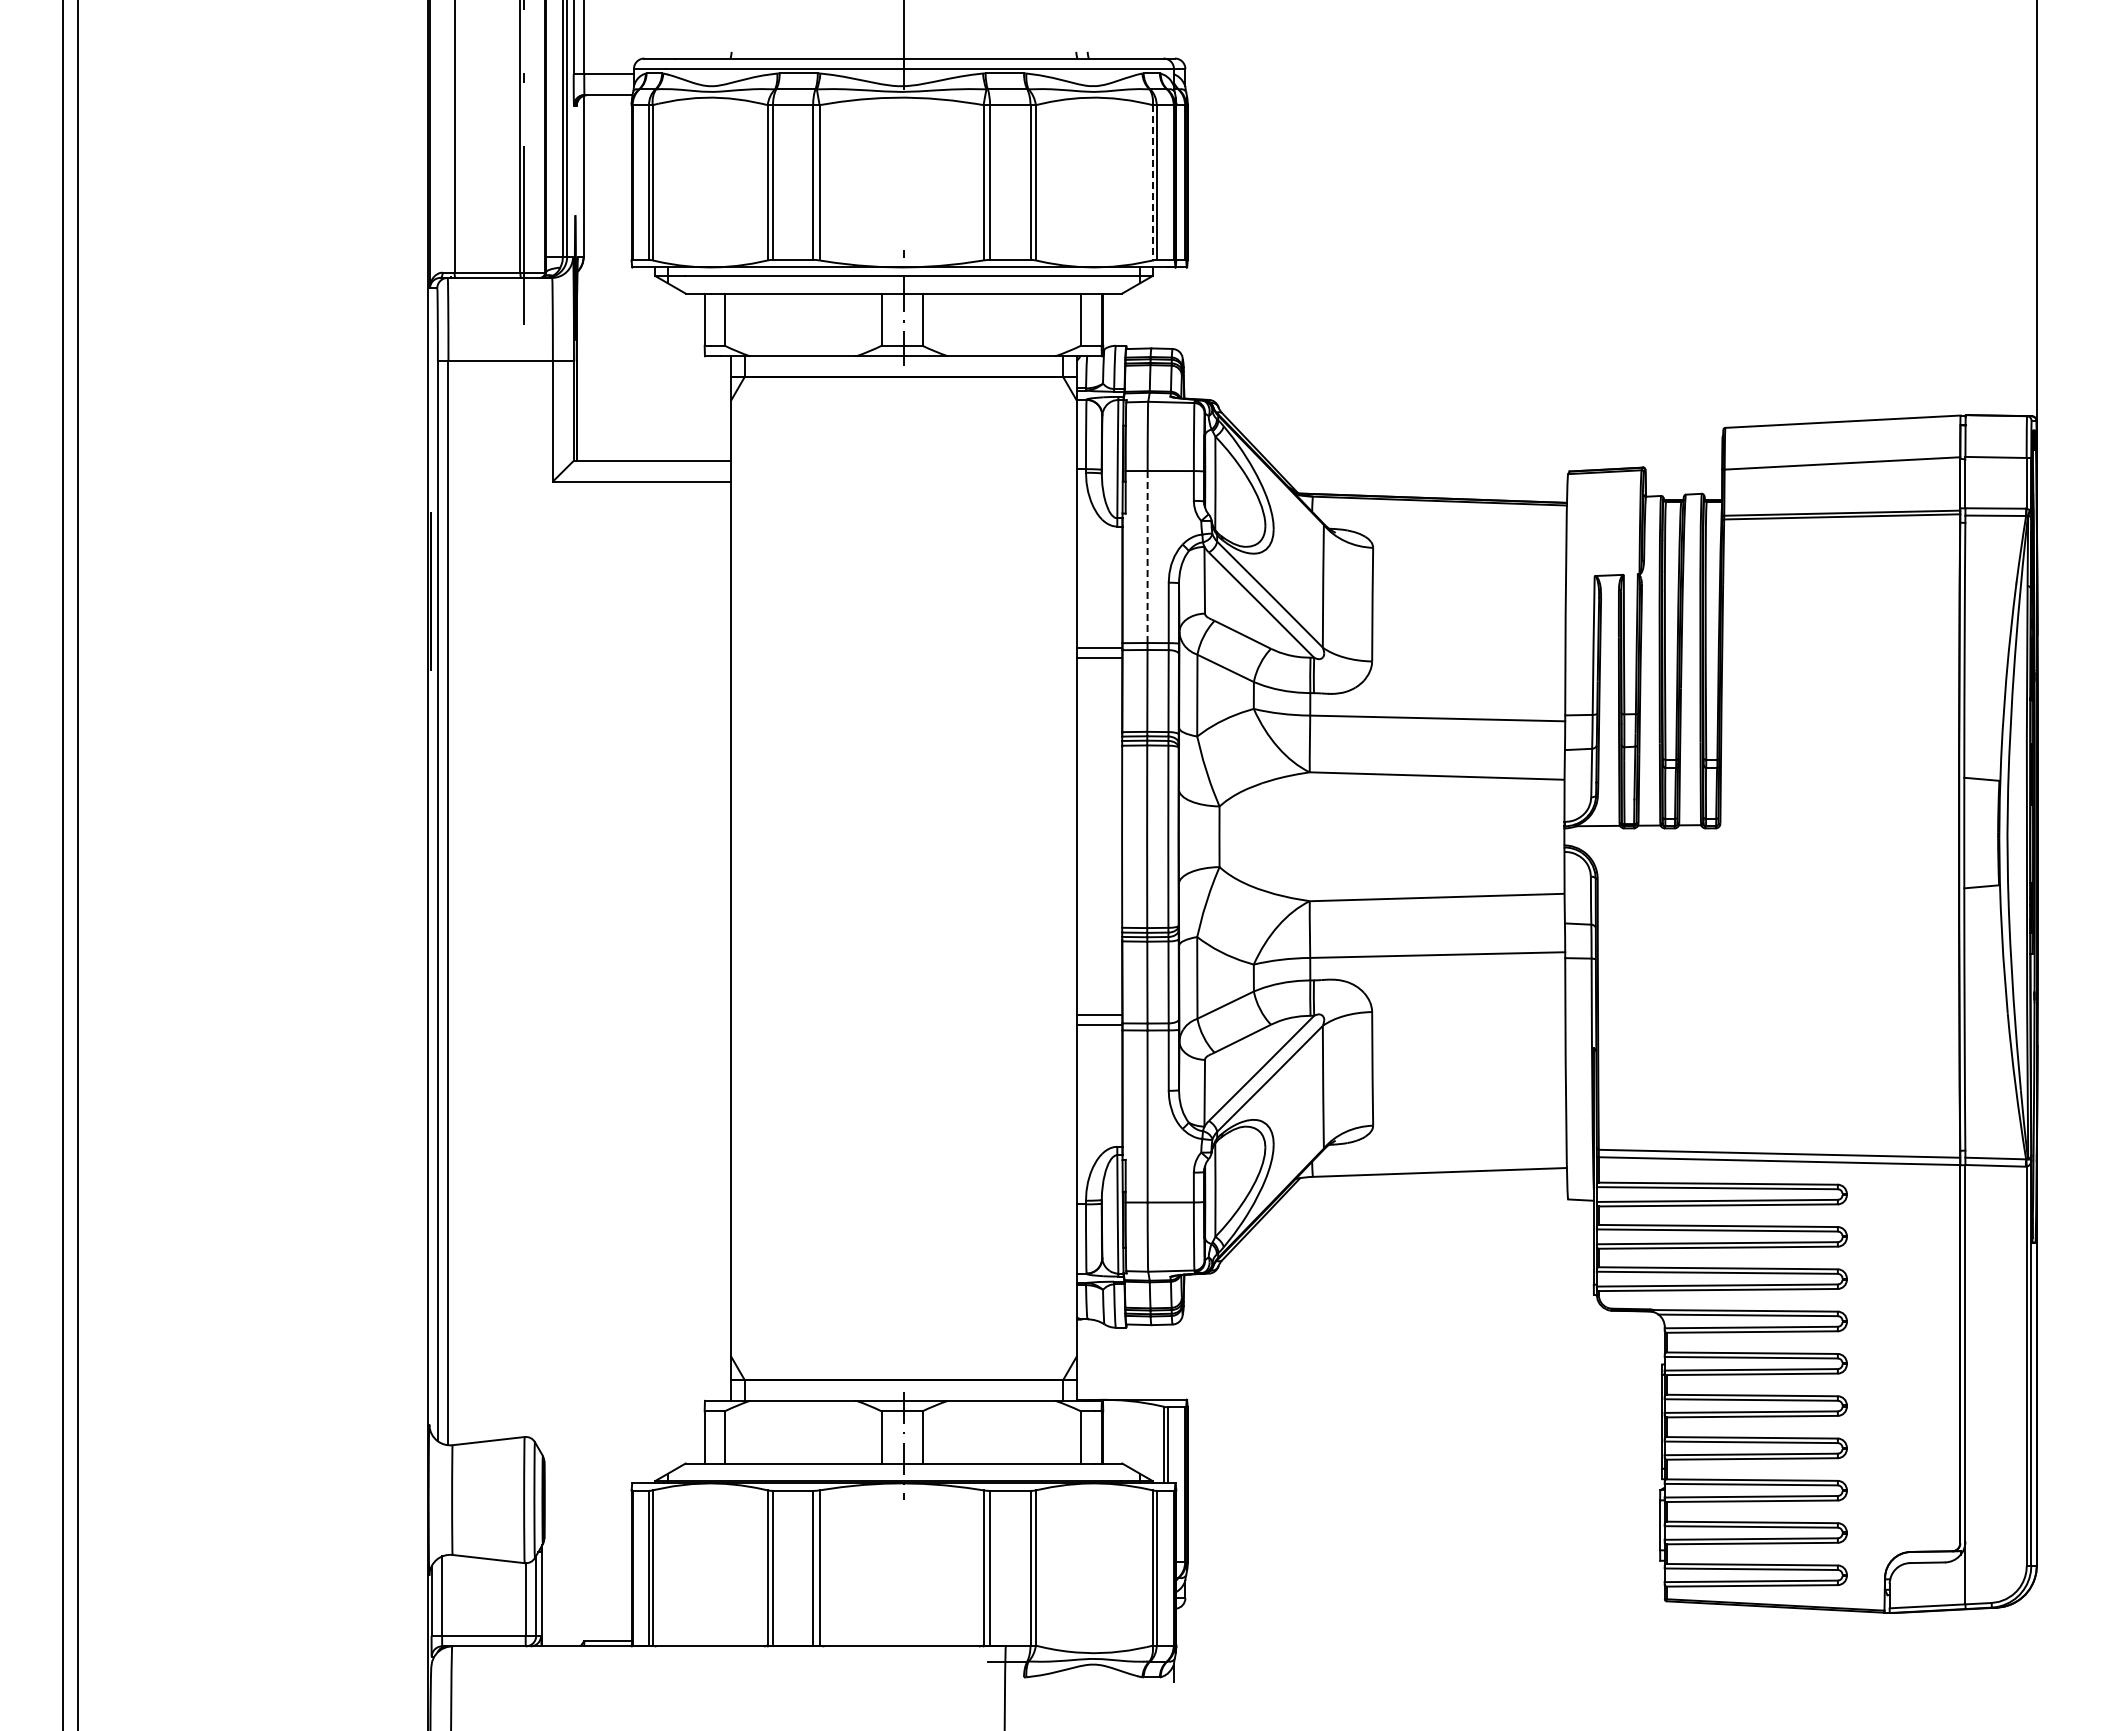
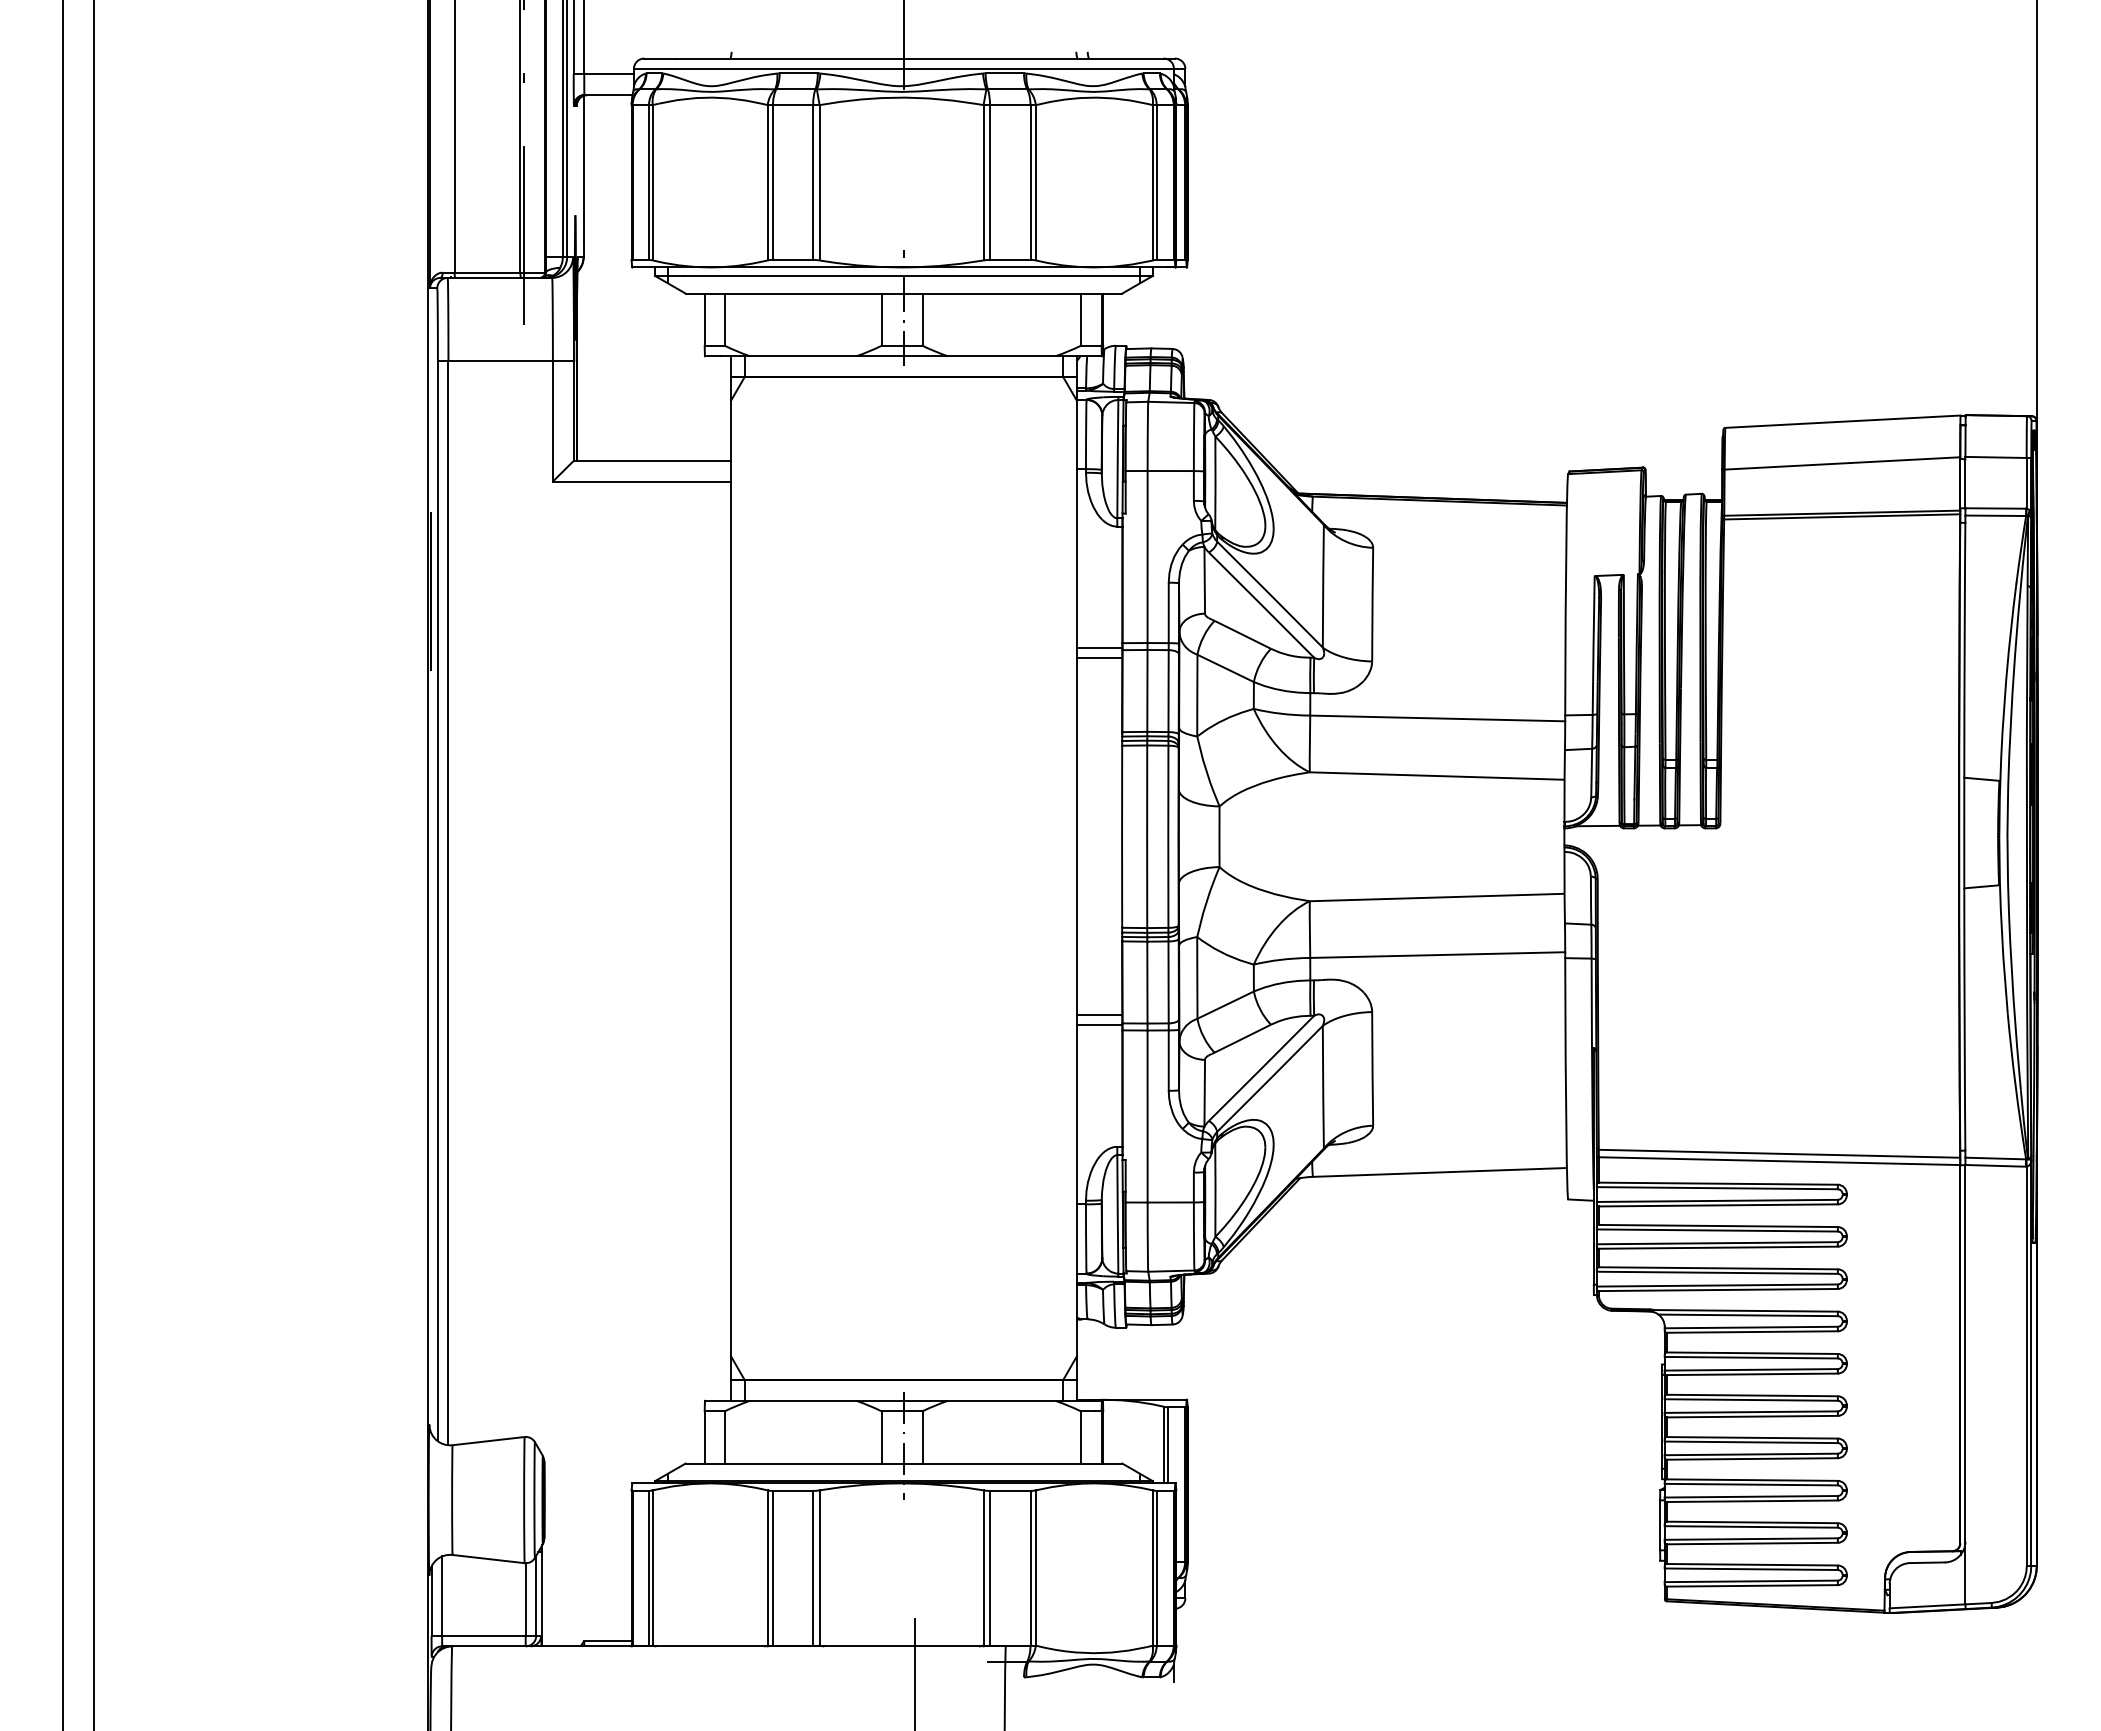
line at (1152, 182): dashed -> solid
line at (1147, 557): dashed -> solid
line at (78, 864) position: (78, 864) -> (94, 864)
line at (915, 1672): none -> present
